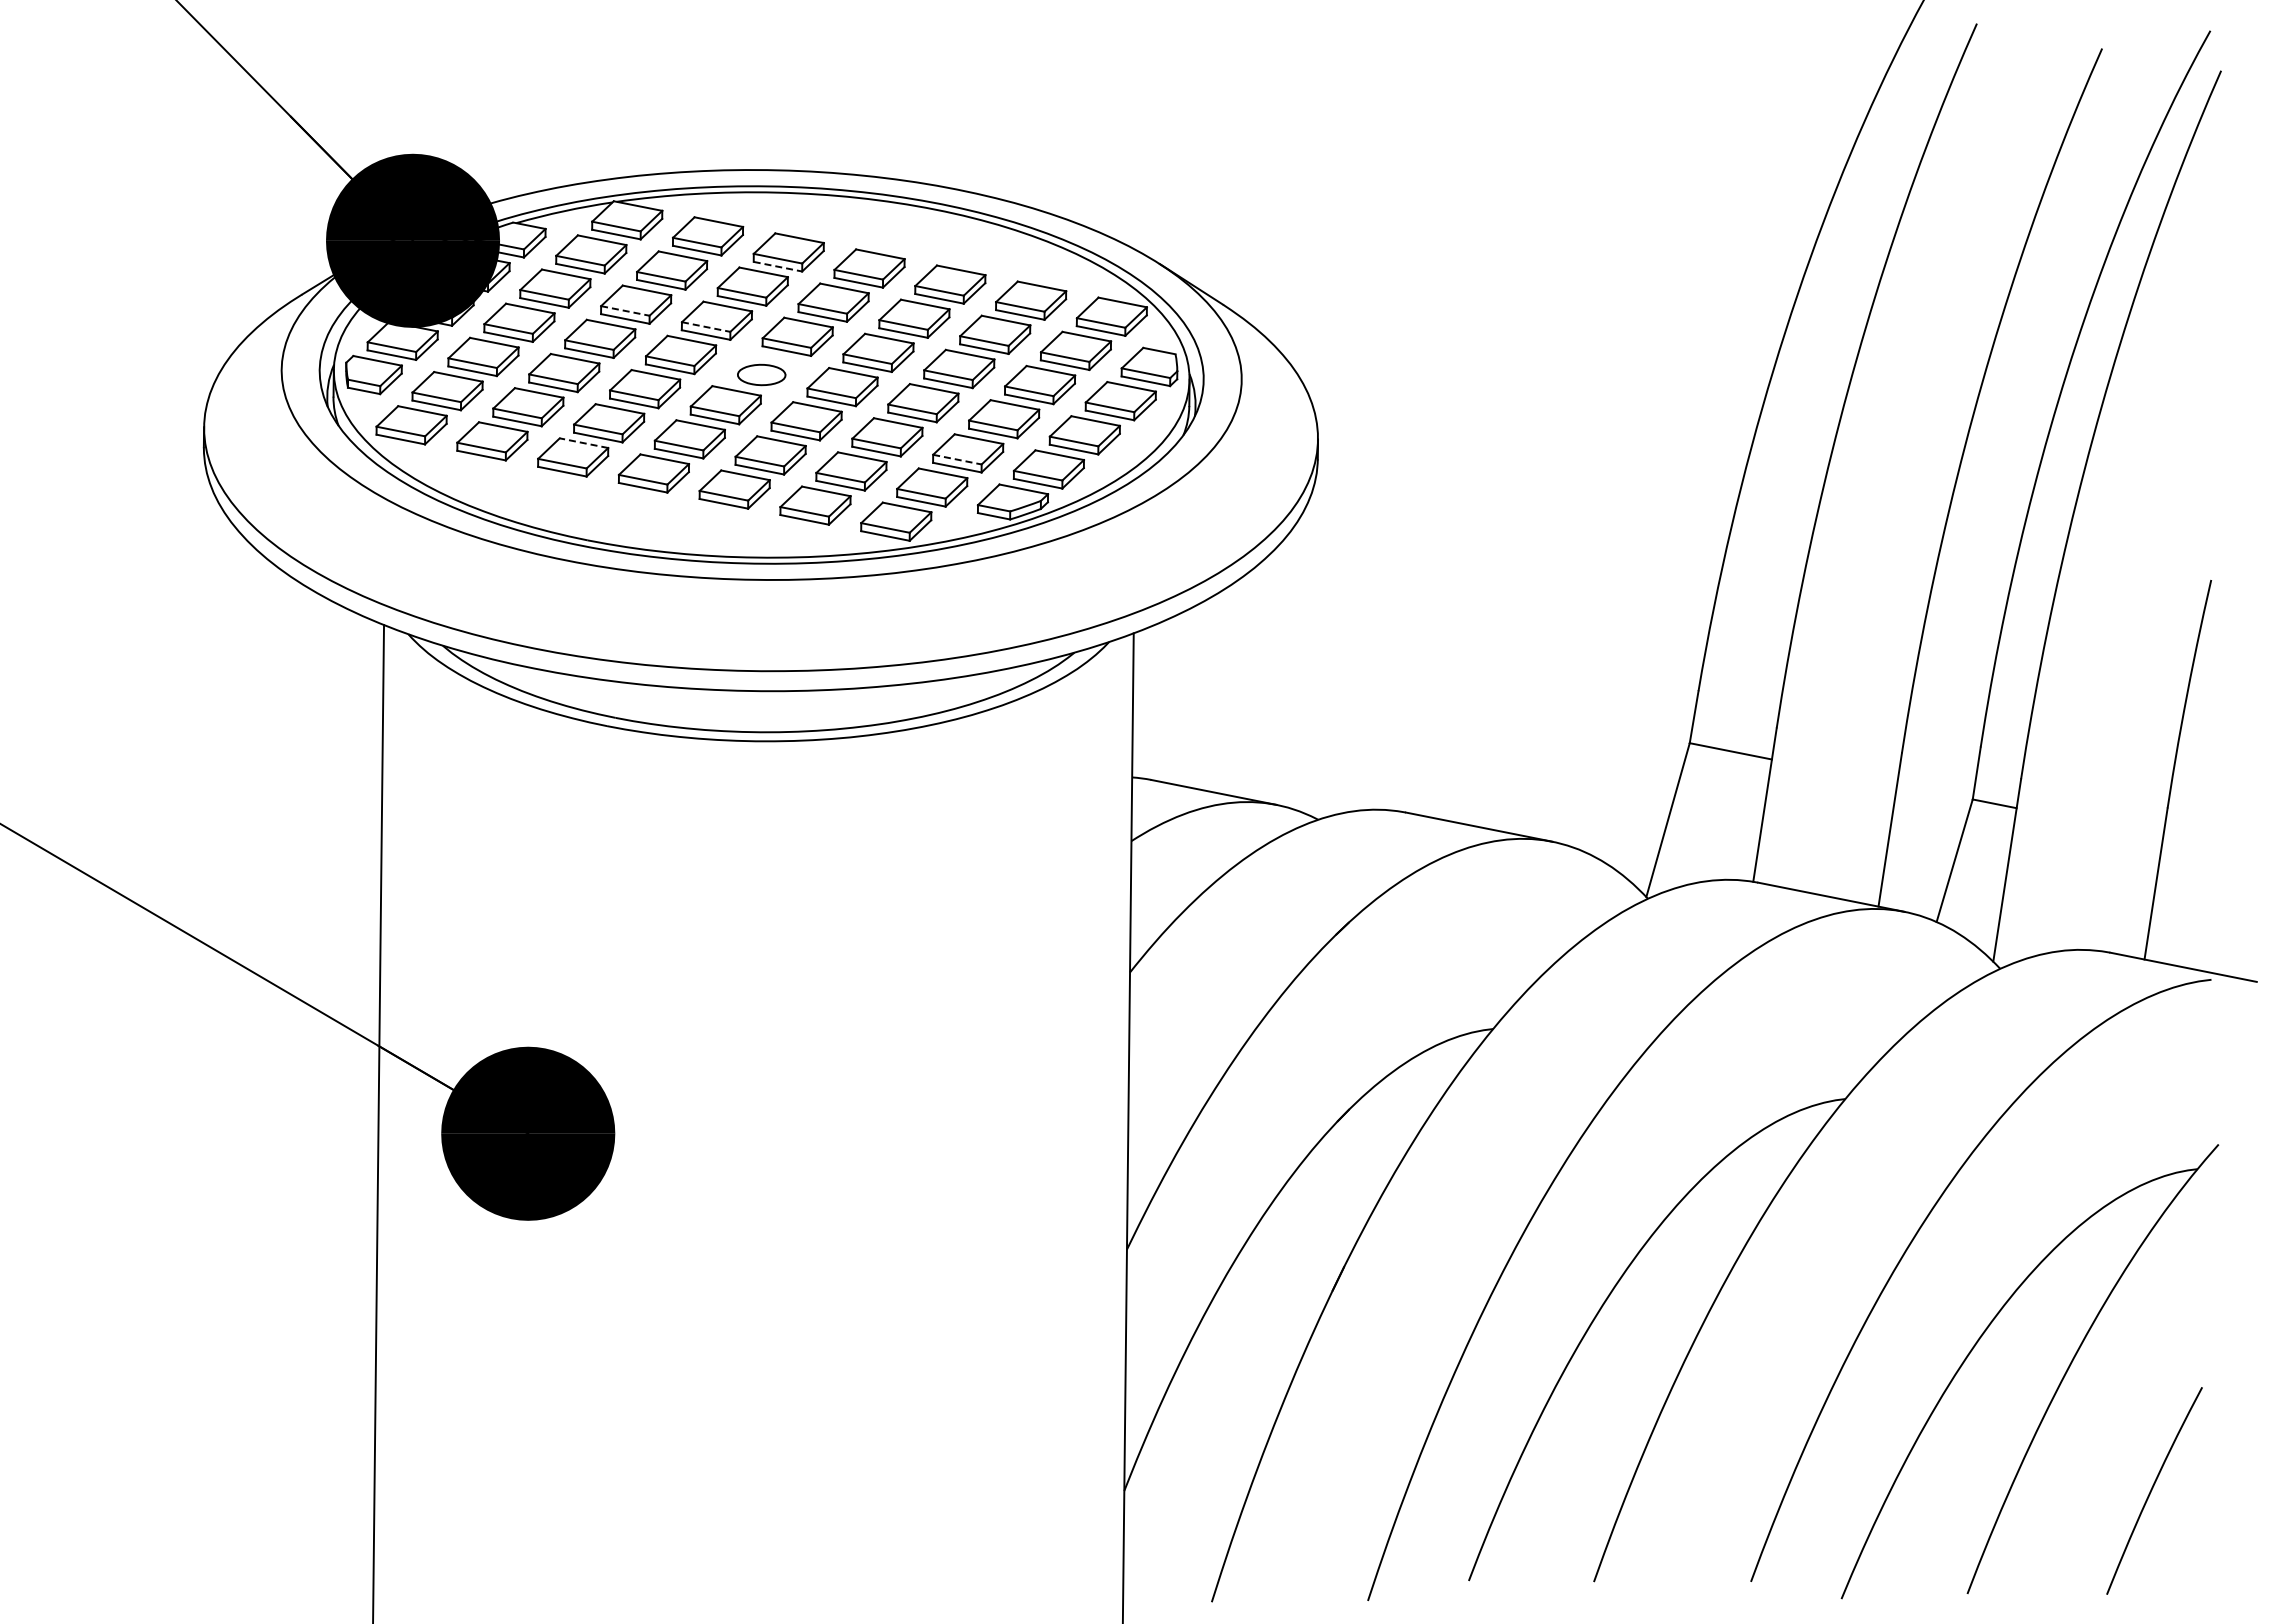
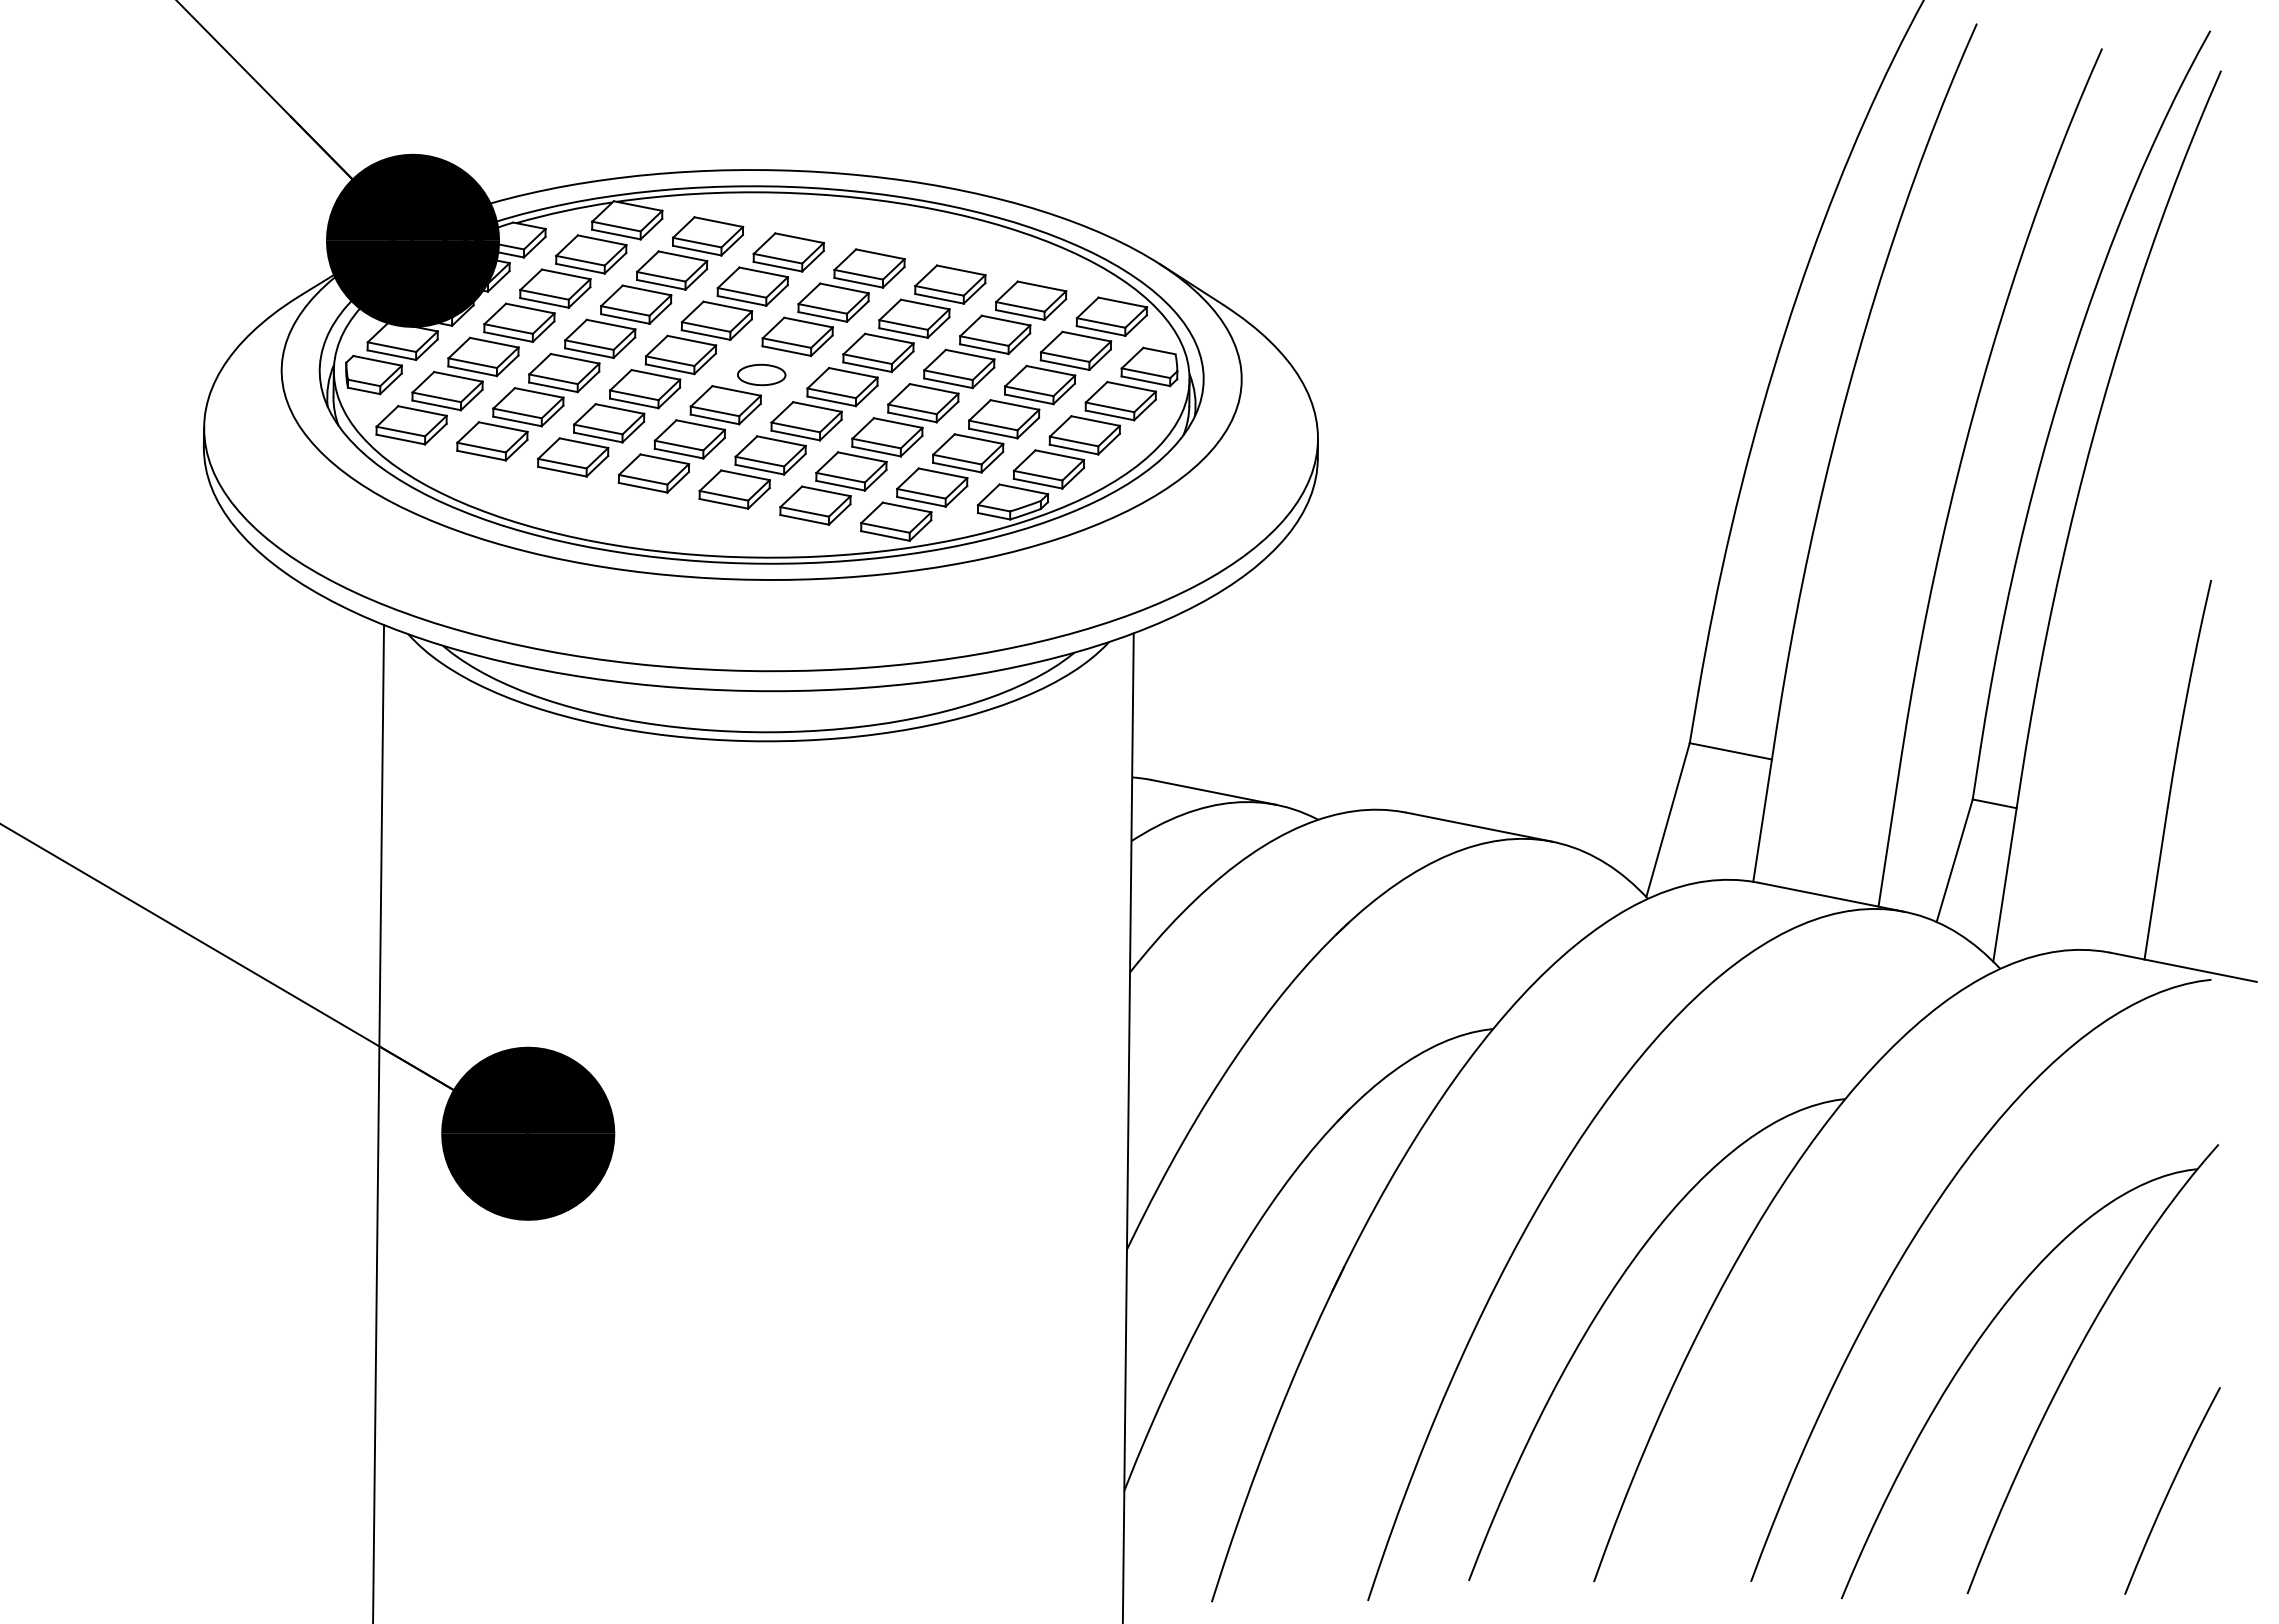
line at (777, 266): dashed -> solid
line at (625, 310): dashed -> solid
line at (706, 327): dashed -> solid
line at (583, 443): dashed -> solid
line at (957, 459): dashed -> solid
curve at (2152, 1490) position: (2152, 1490) -> (2170, 1490)
